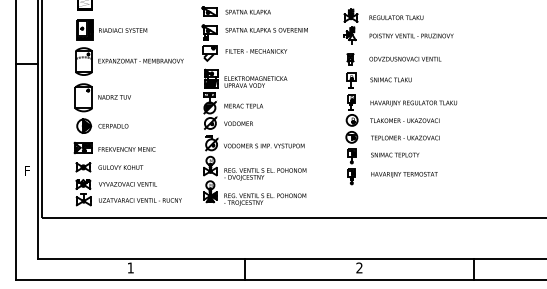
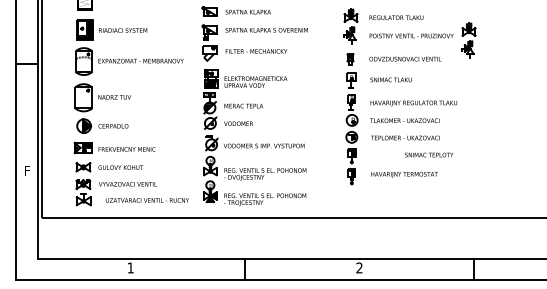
part at (468, 40): none -> present
text at (395, 154) position: (395, 154) -> (429, 154)
text at (140, 200) position: (140, 200) -> (147, 200)
